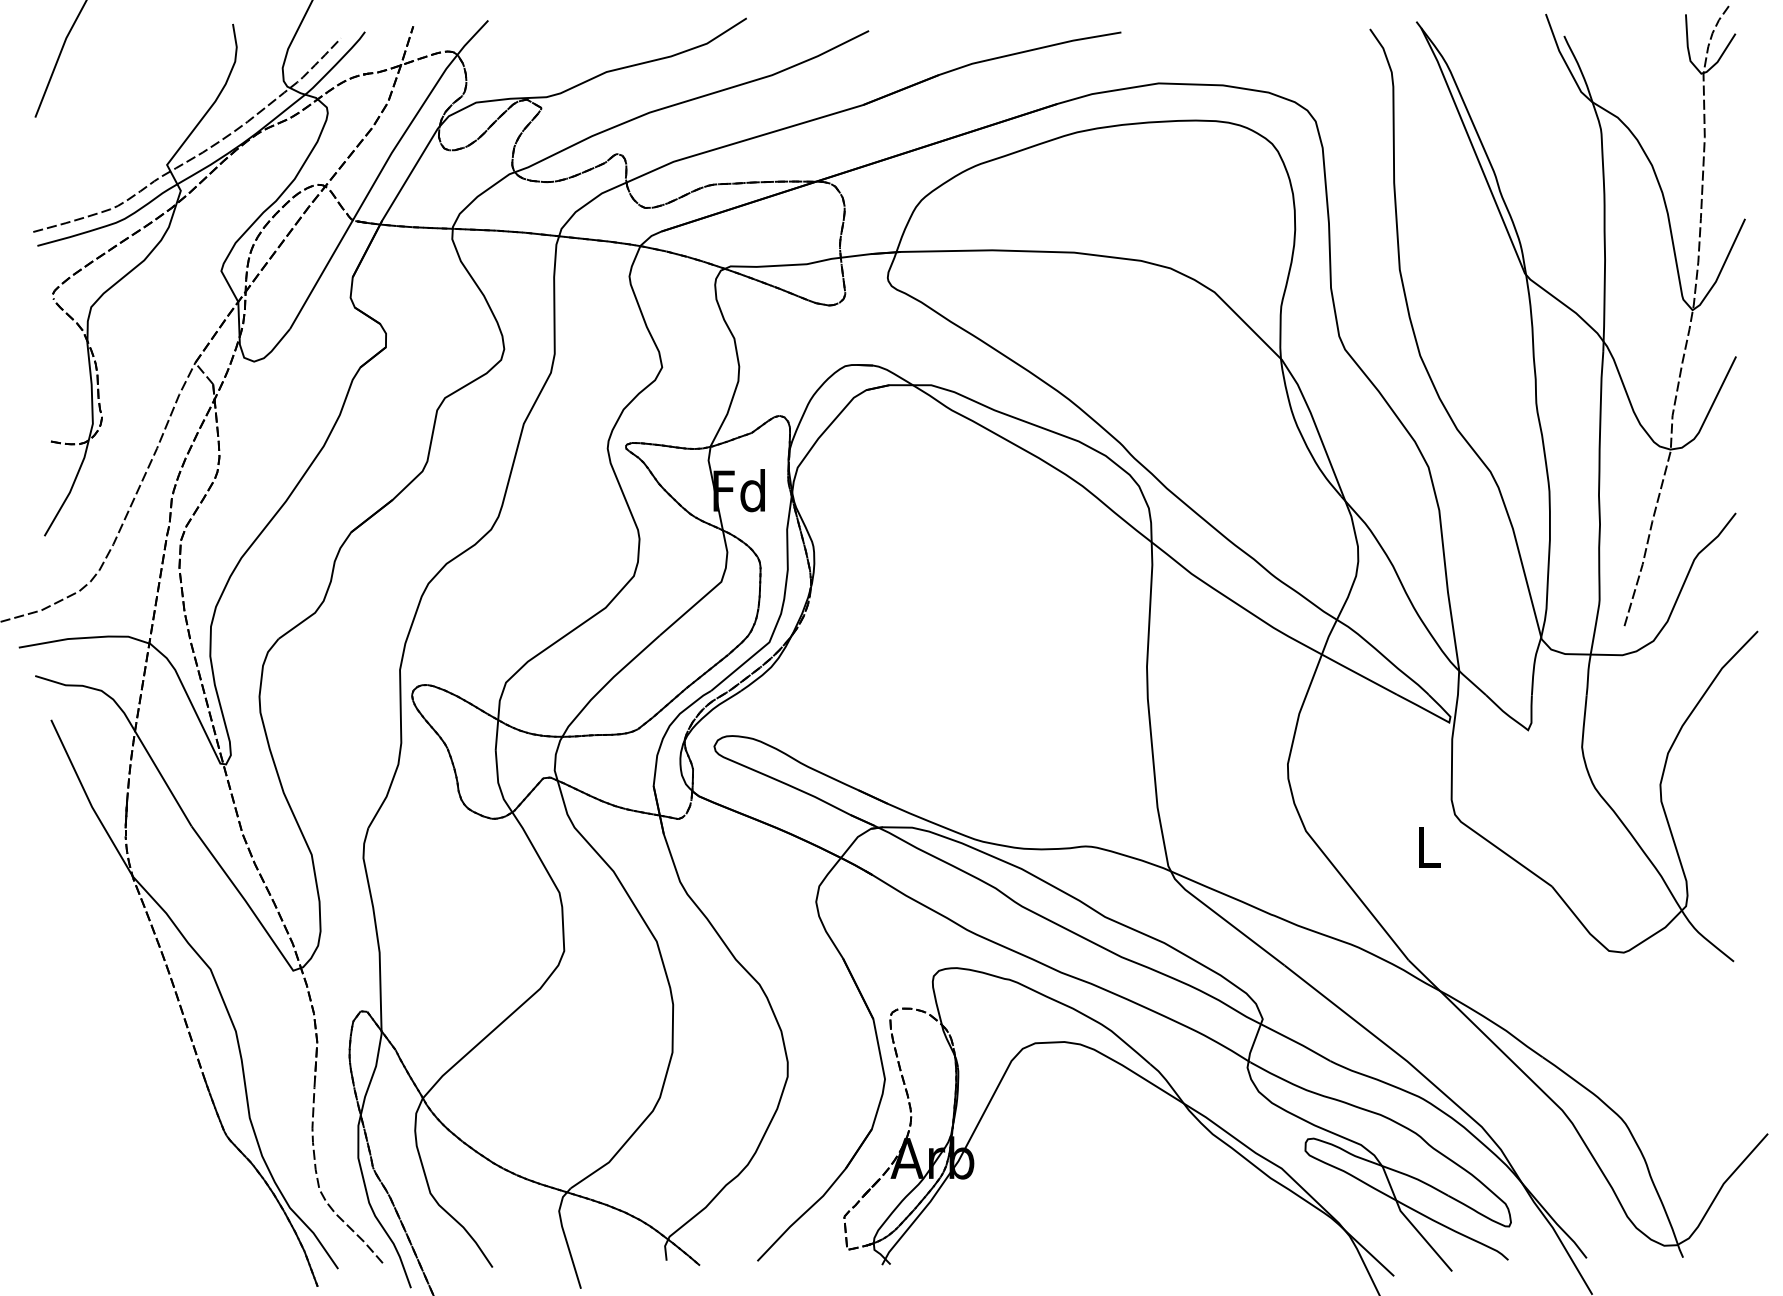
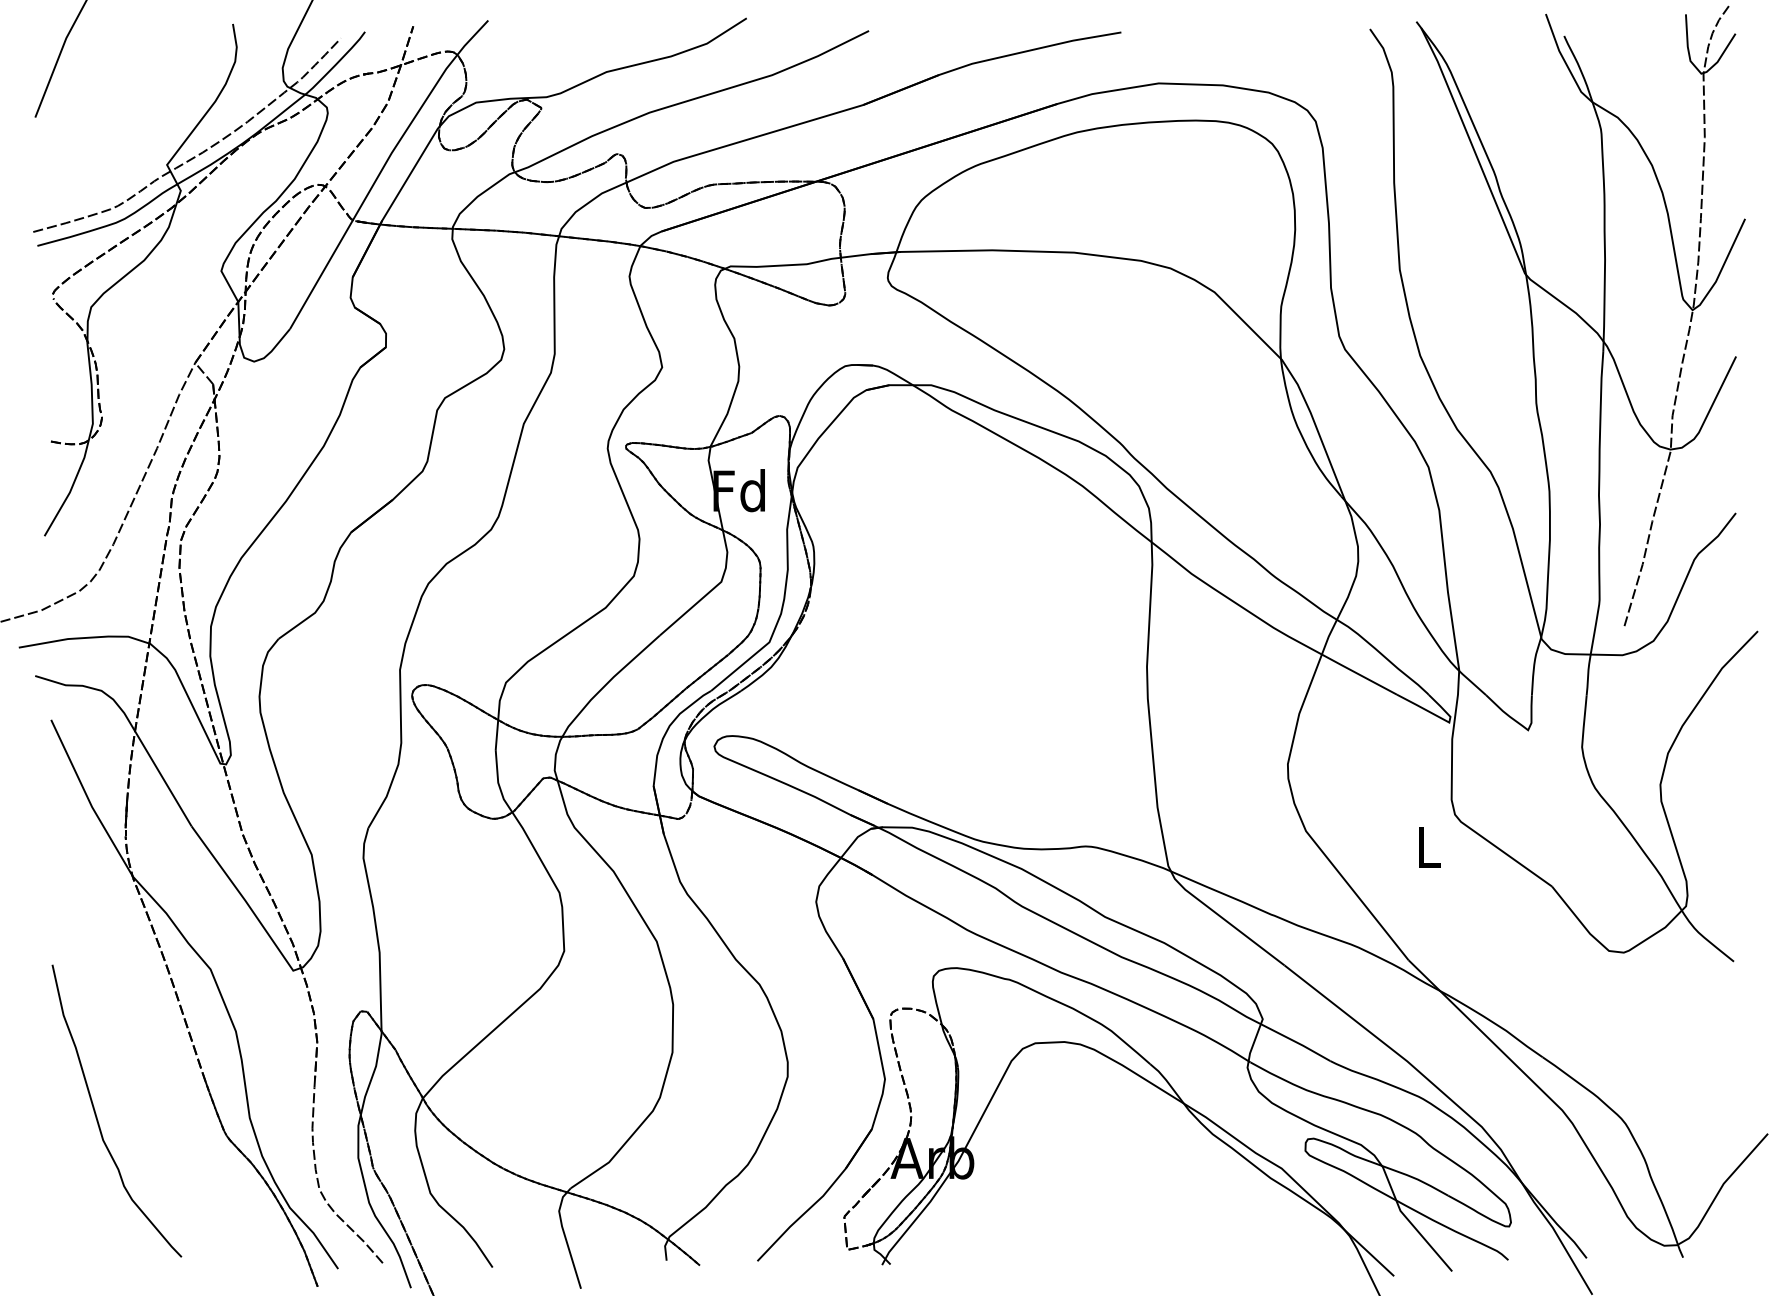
curve at (97, 1116): none -> present
